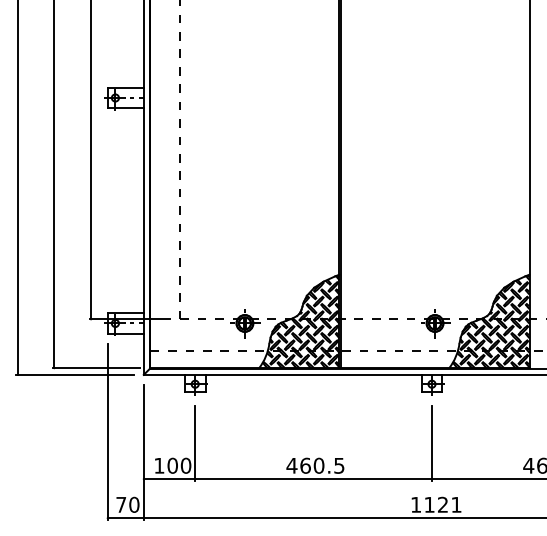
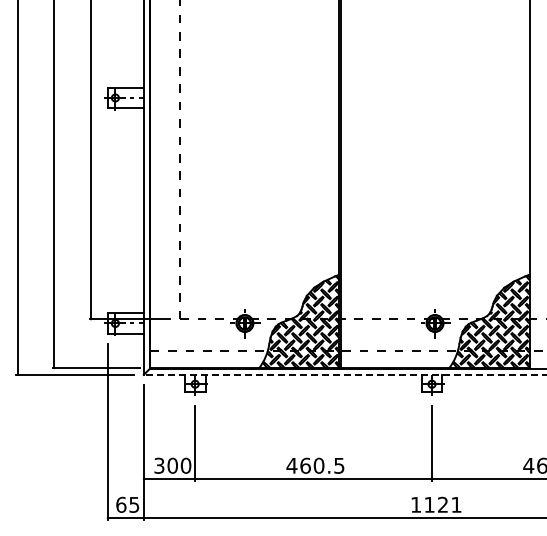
line at (344, 374): solid -> dashed
text at (159, 465): 100 -> 300
text at (127, 504): 70 -> 65
